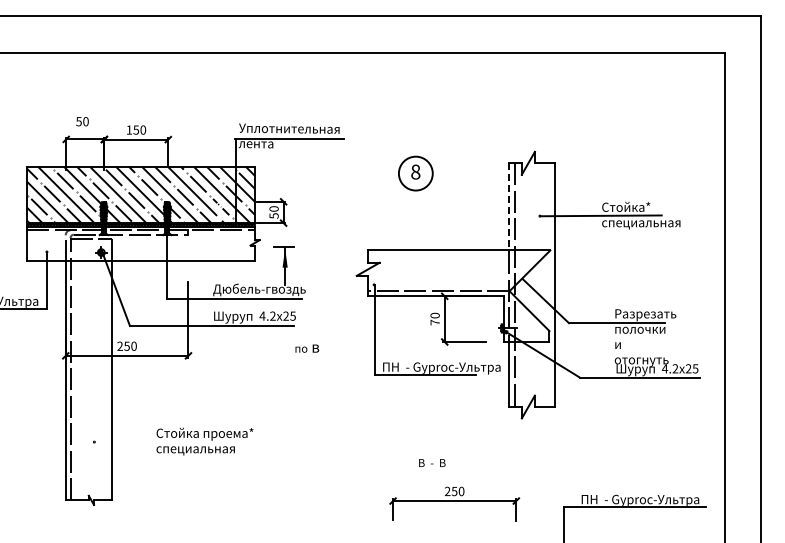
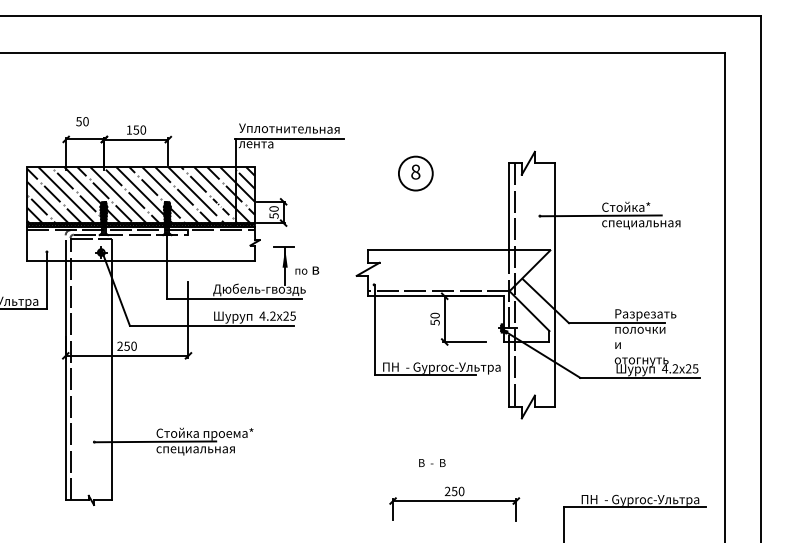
line at (509, 208): dashed -> solid
text at (434, 322): 70 -> 50
text at (307, 348) position: (307, 348) -> (307, 270)
line at (155, 441): none -> present
